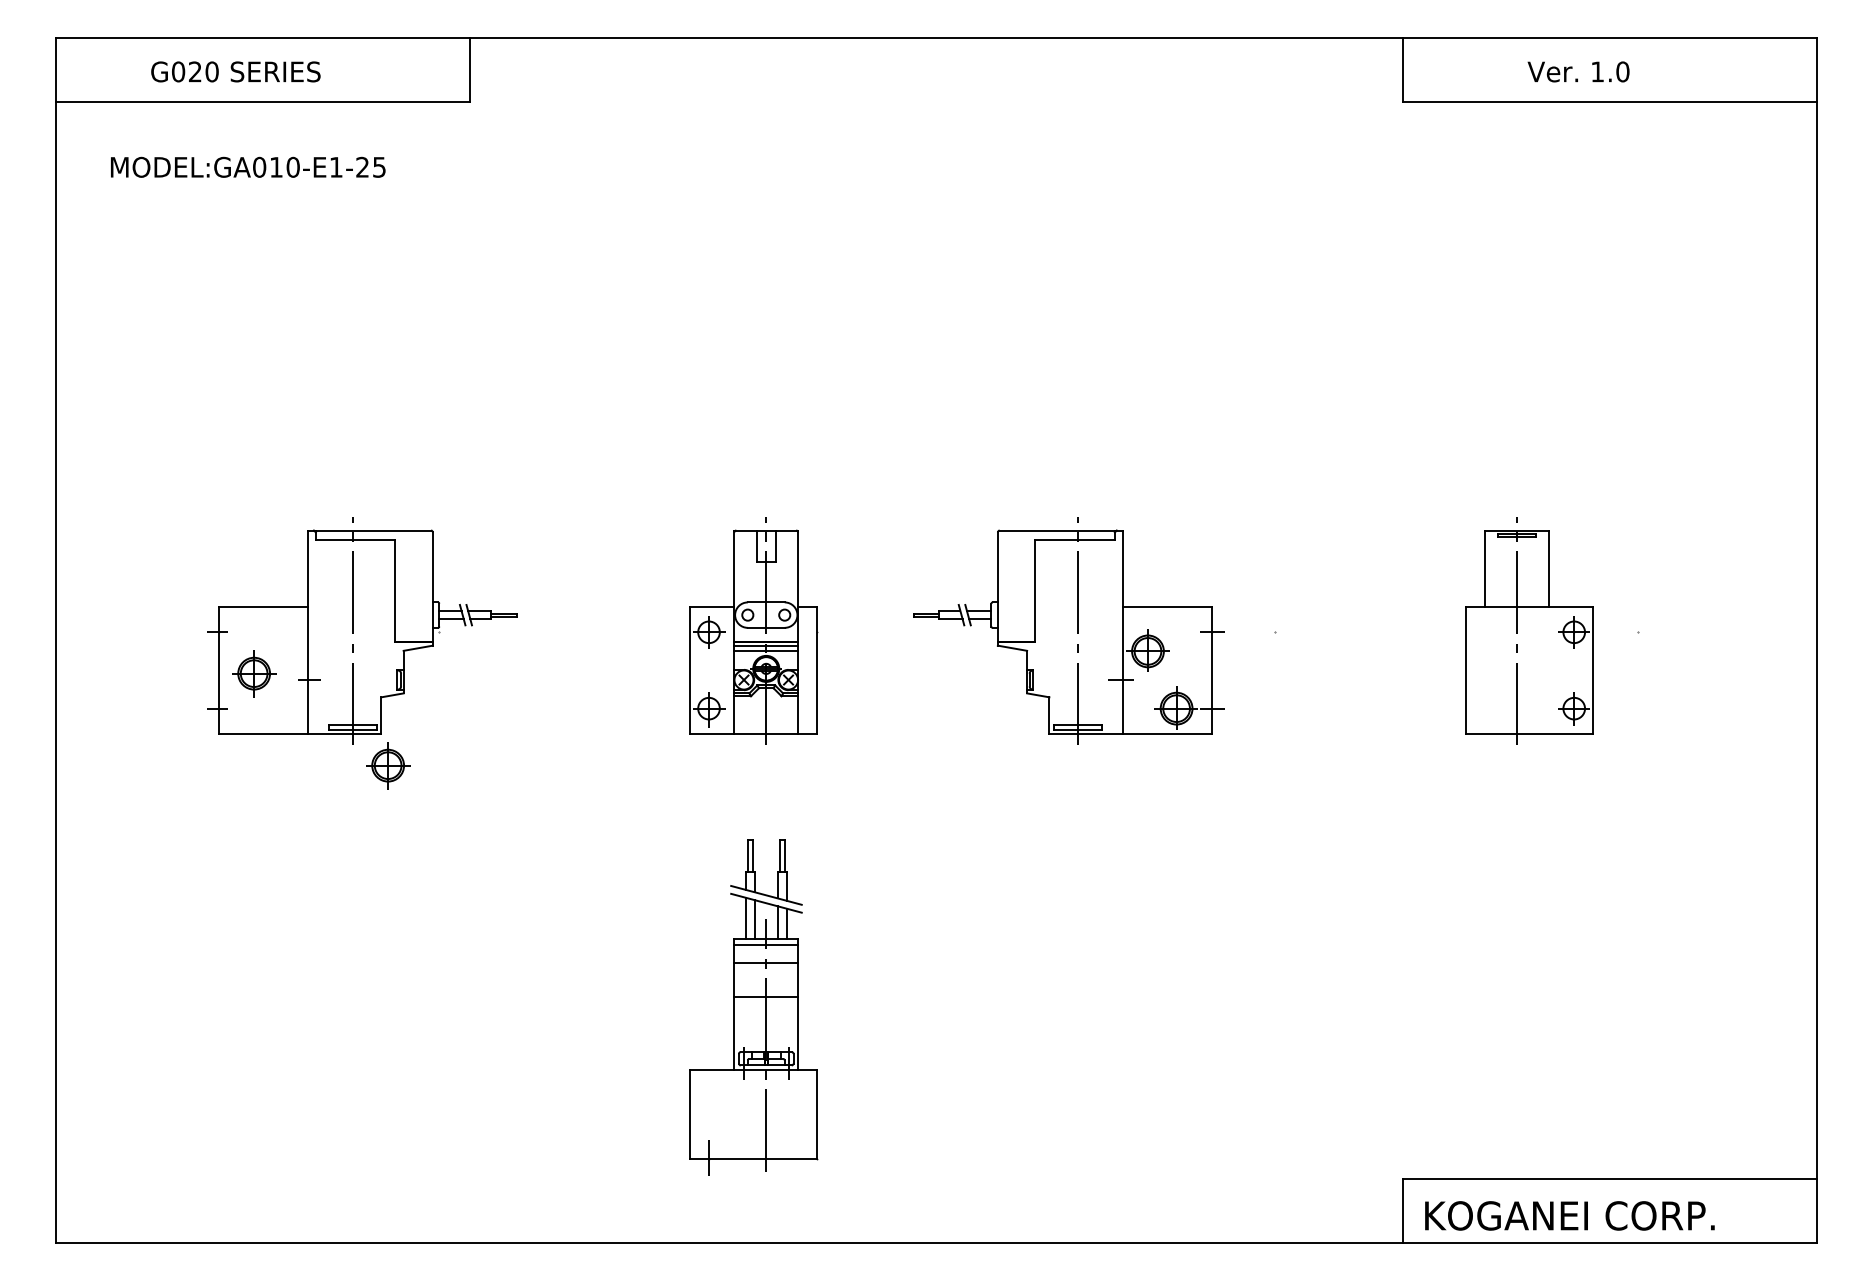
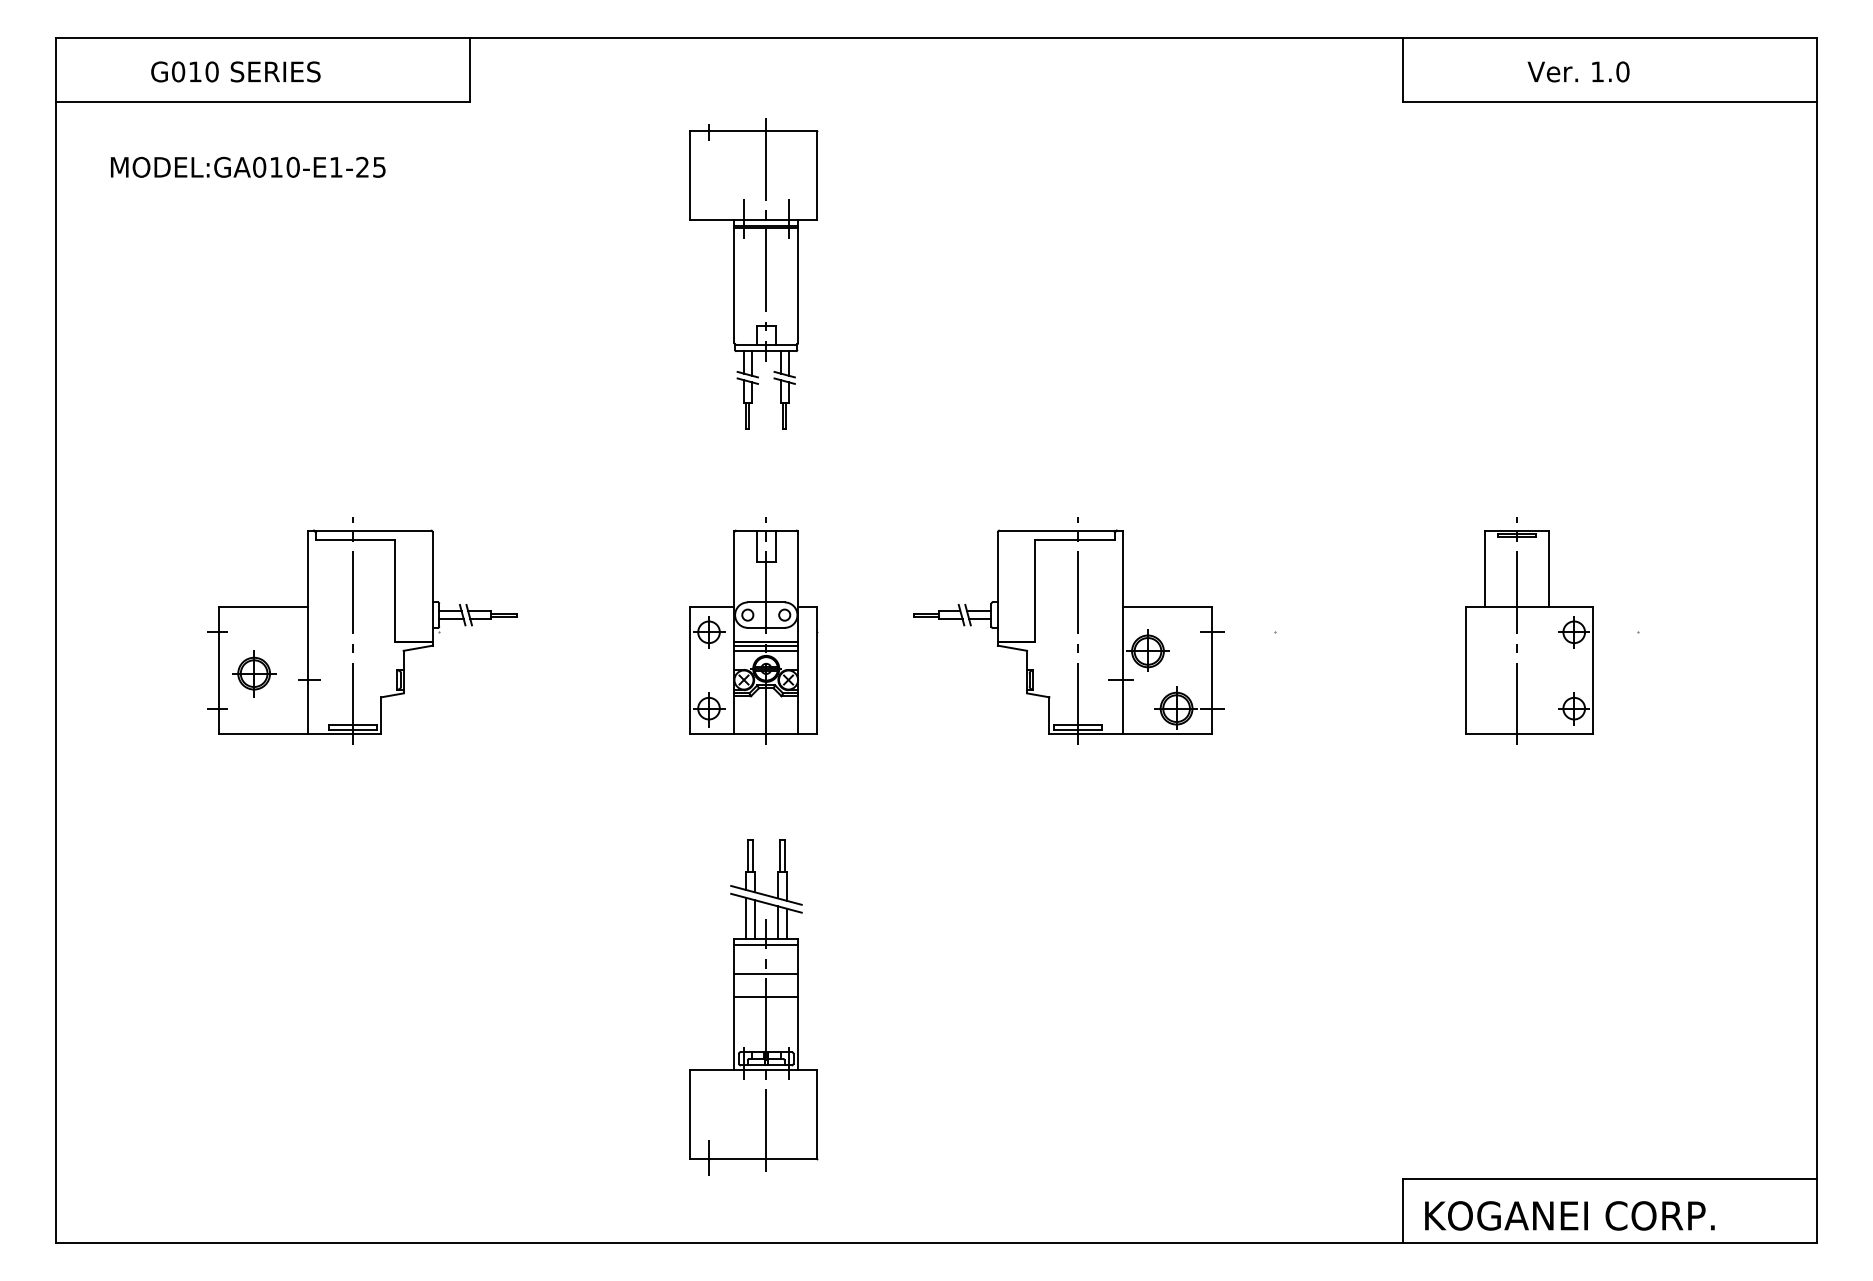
text at (195, 71): G020 -> G010
part at (753, 273): none -> present
part at (388, 765): present -> none
line at (766, 963) position: (766, 963) -> (766, 974)
